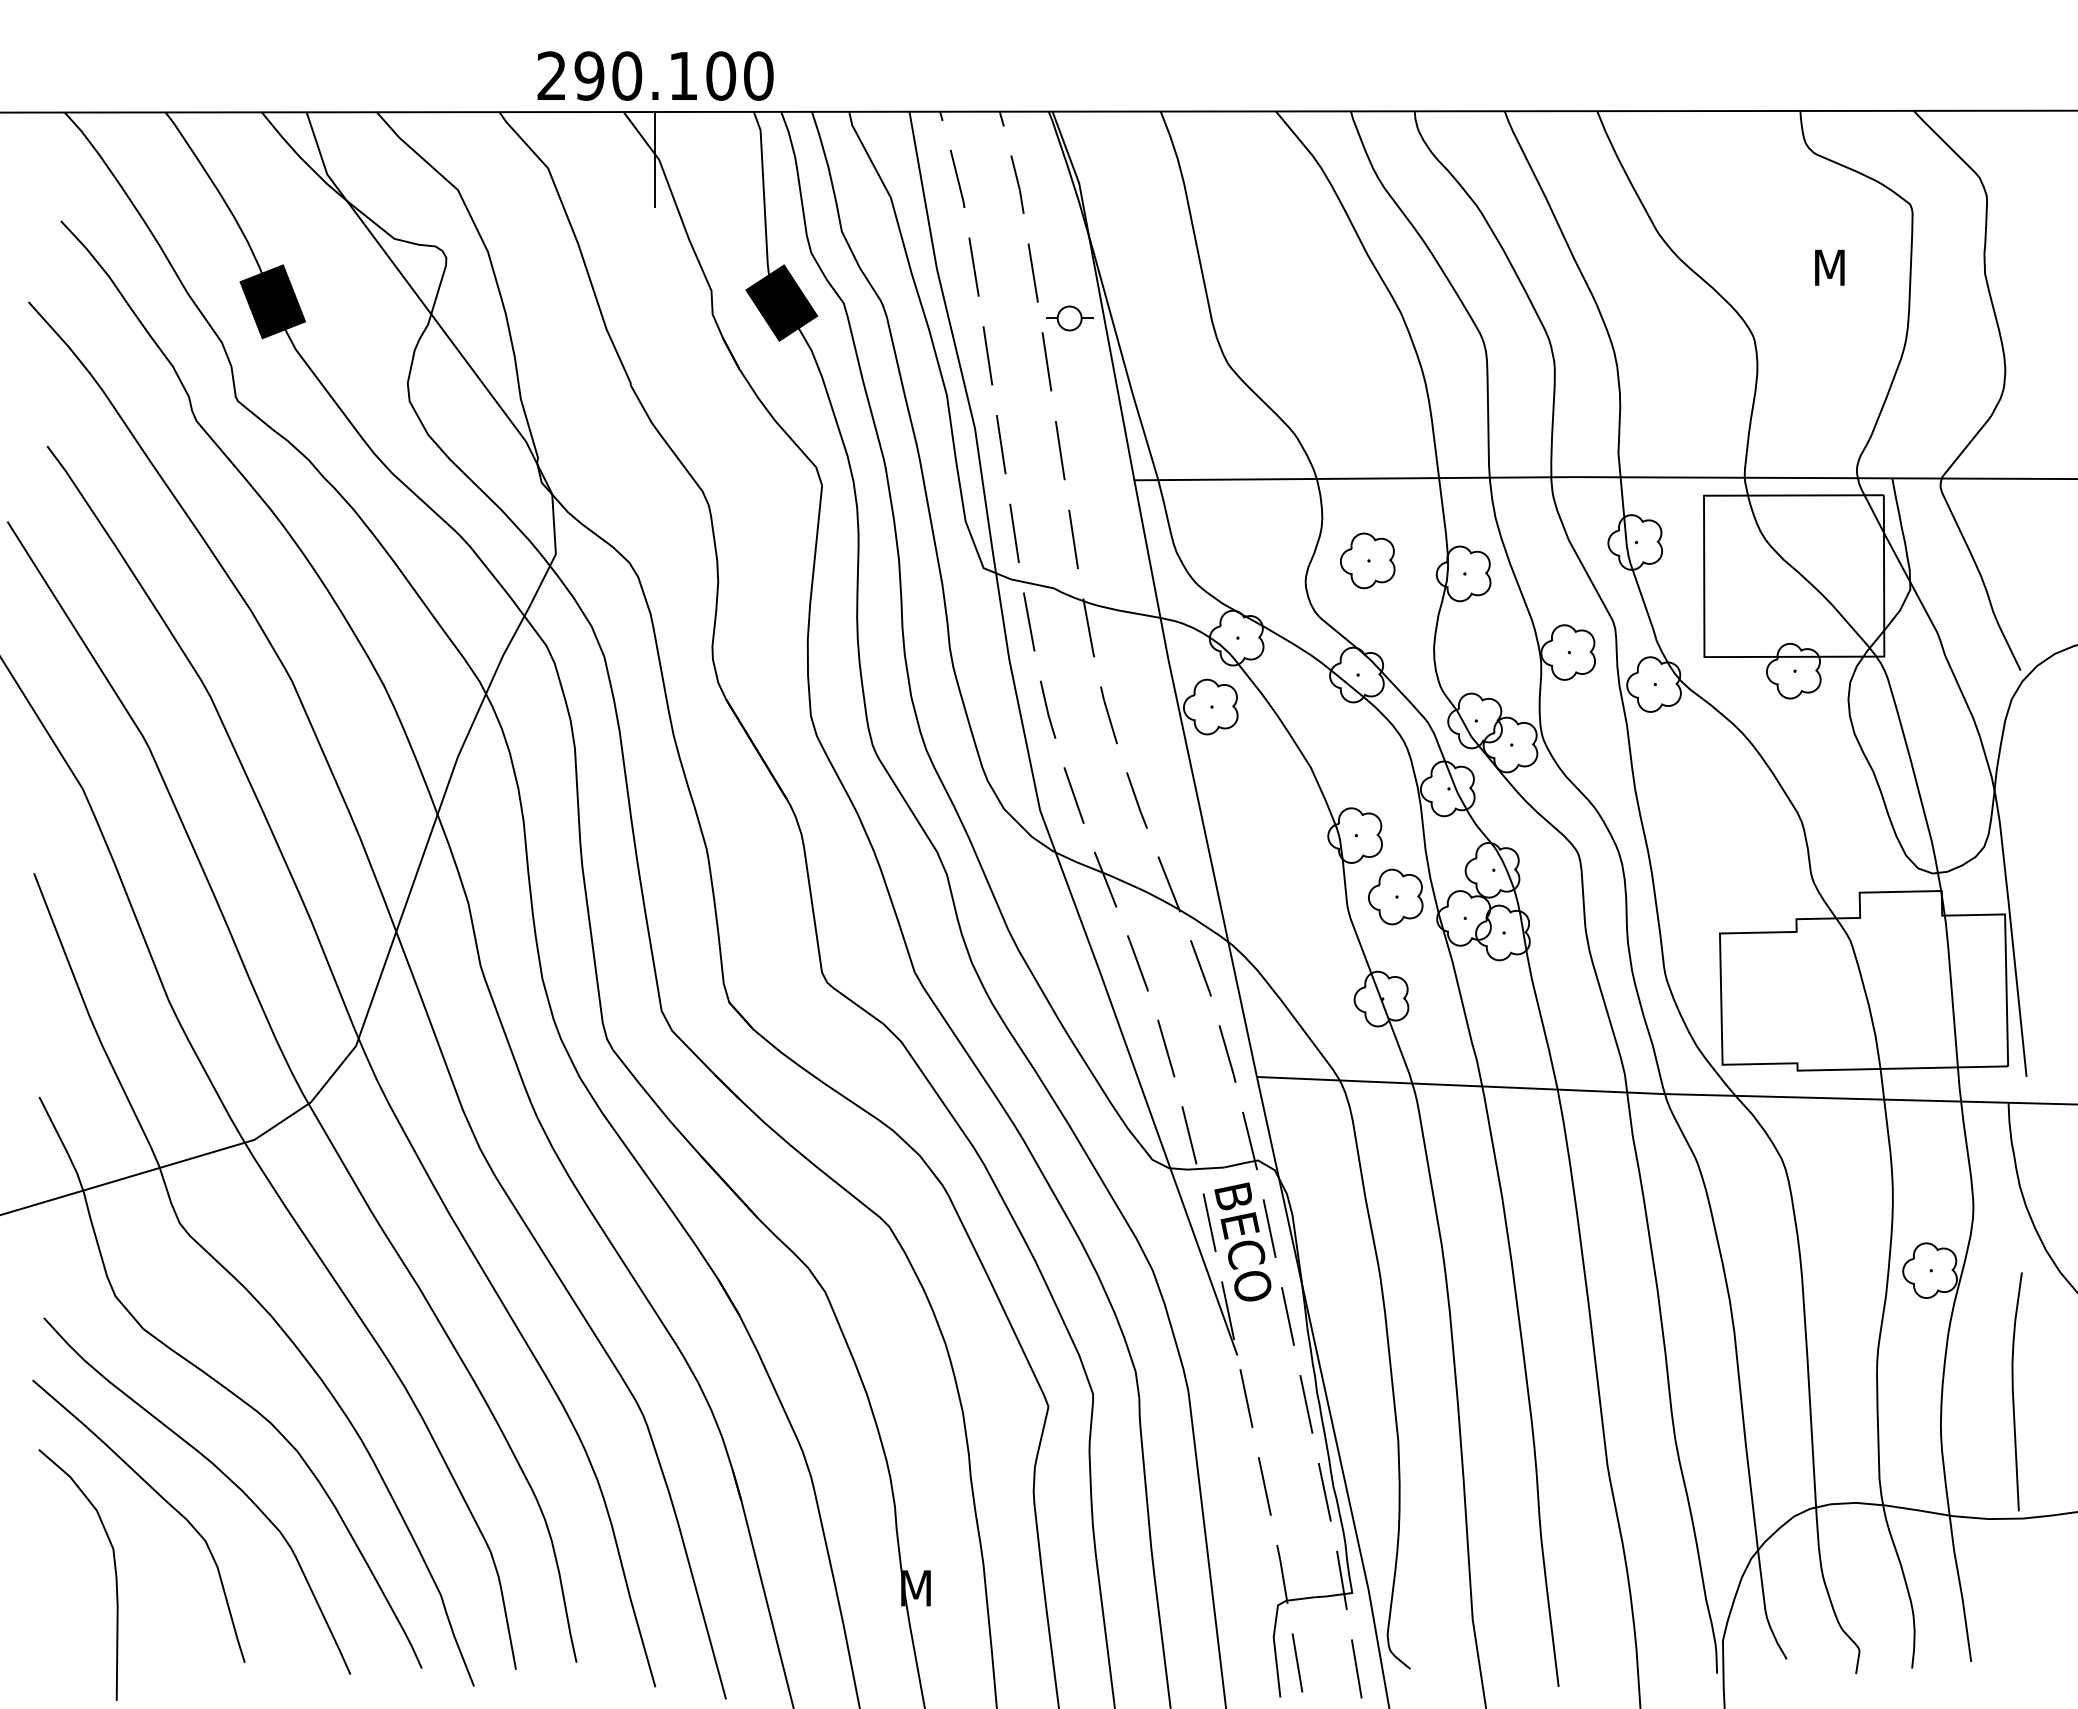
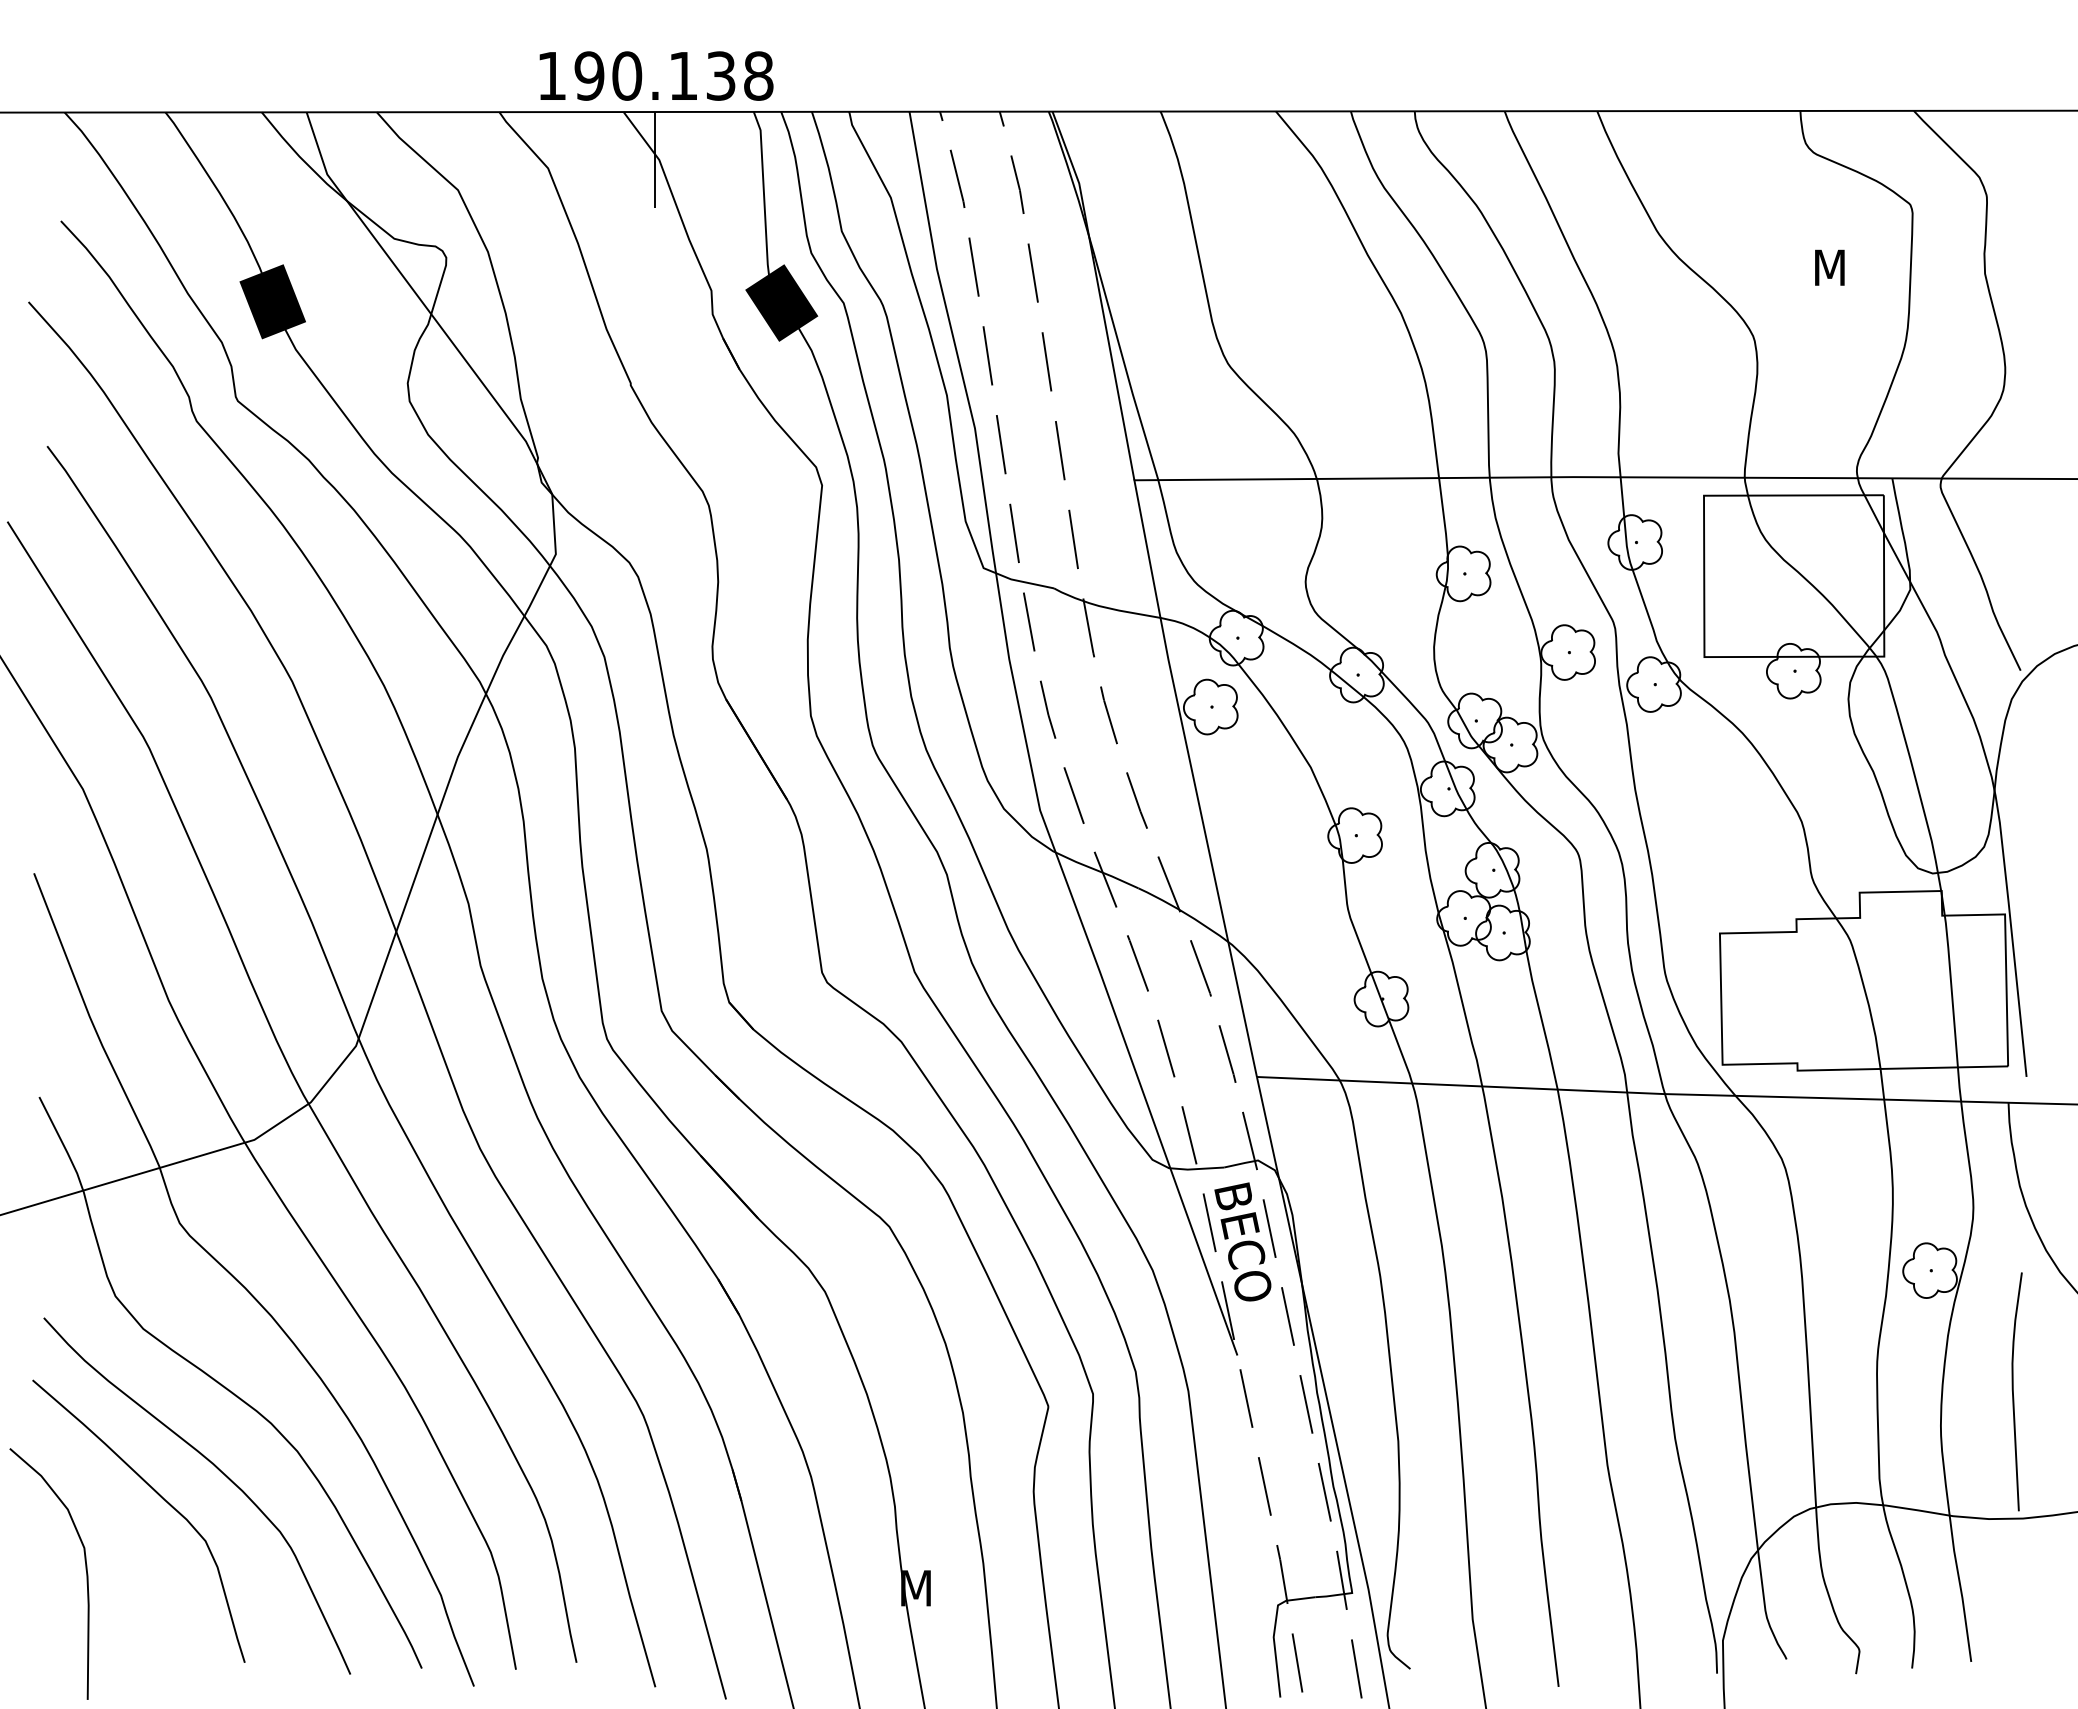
text at (655, 75): 290.100 -> 190.138
part at (1069, 318): present -> none
part at (1367, 560): present -> none
part at (1395, 896): present -> none
curve at (114, 1571) position: (114, 1571) -> (85, 1570)
